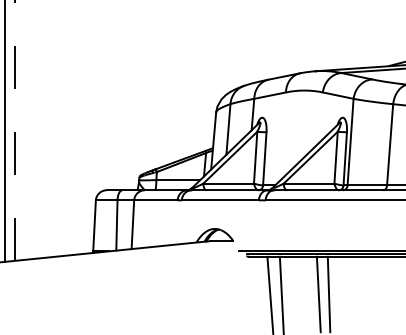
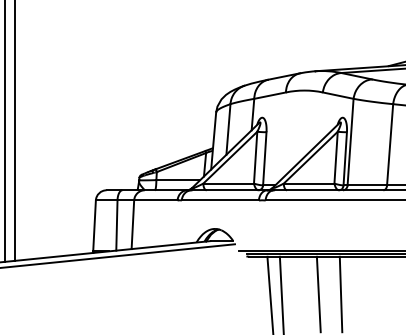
line at (15, 130): dashed -> solid
line at (118, 255): none -> present
line at (328, 293) position: (328, 293) -> (340, 293)
